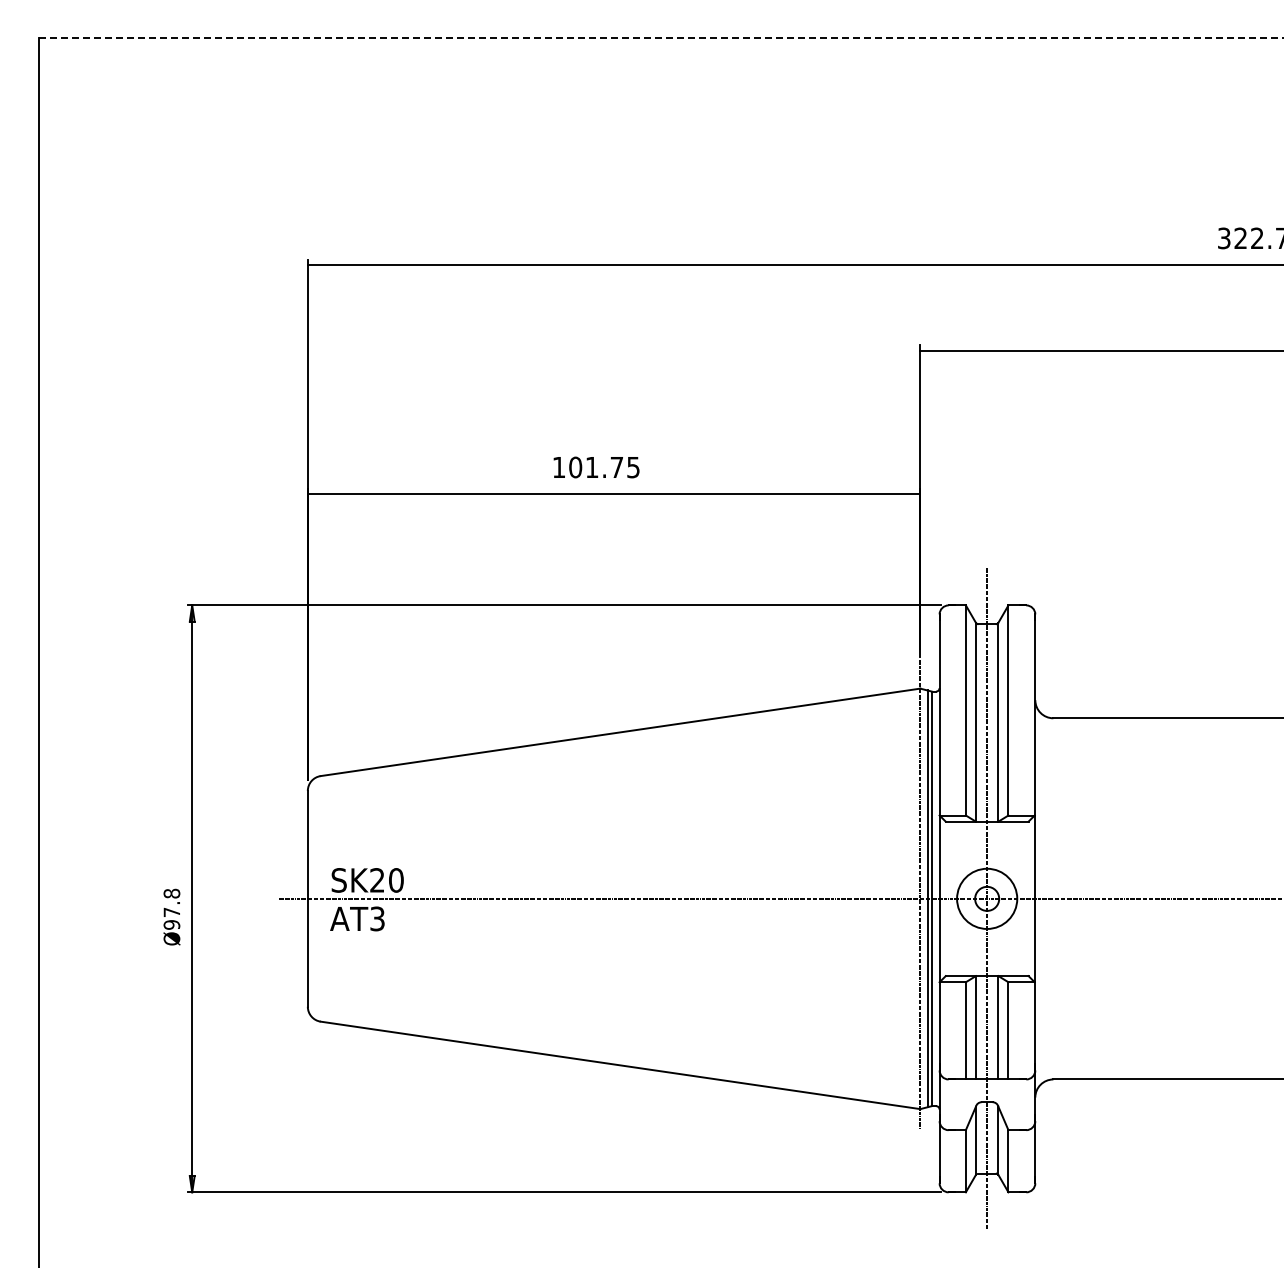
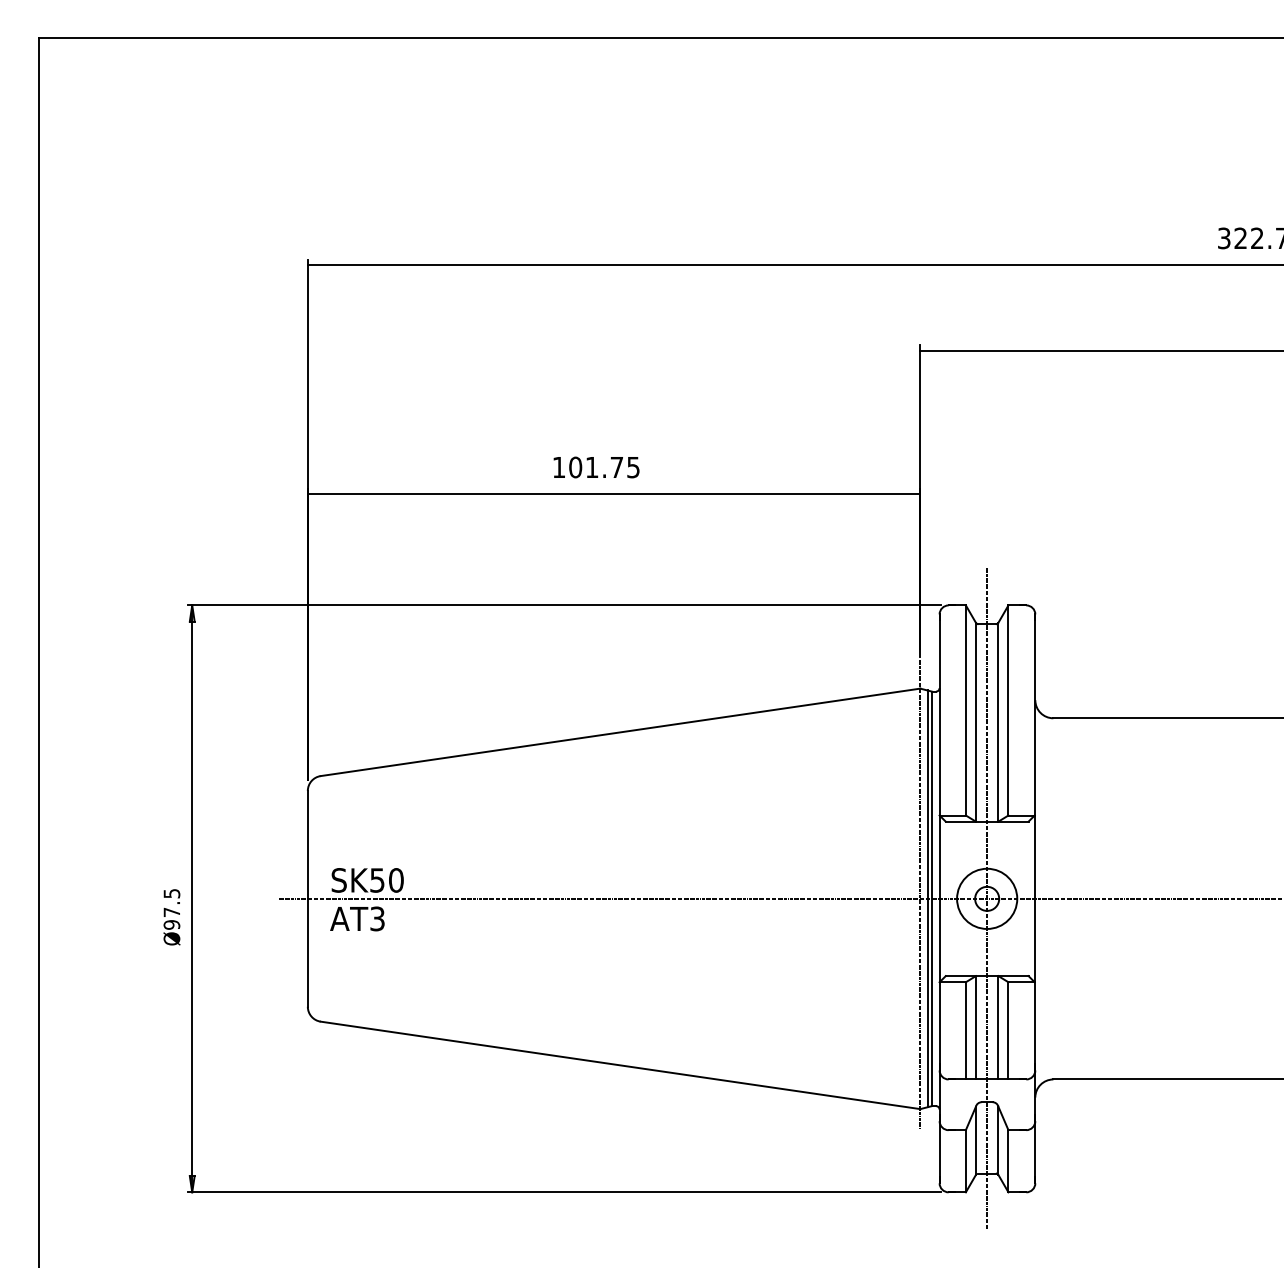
line at (661, 38): dashed -> solid
text at (377, 880): SK20 -> SK50
text at (171, 893): Ø97.8 -> Ø97.5
